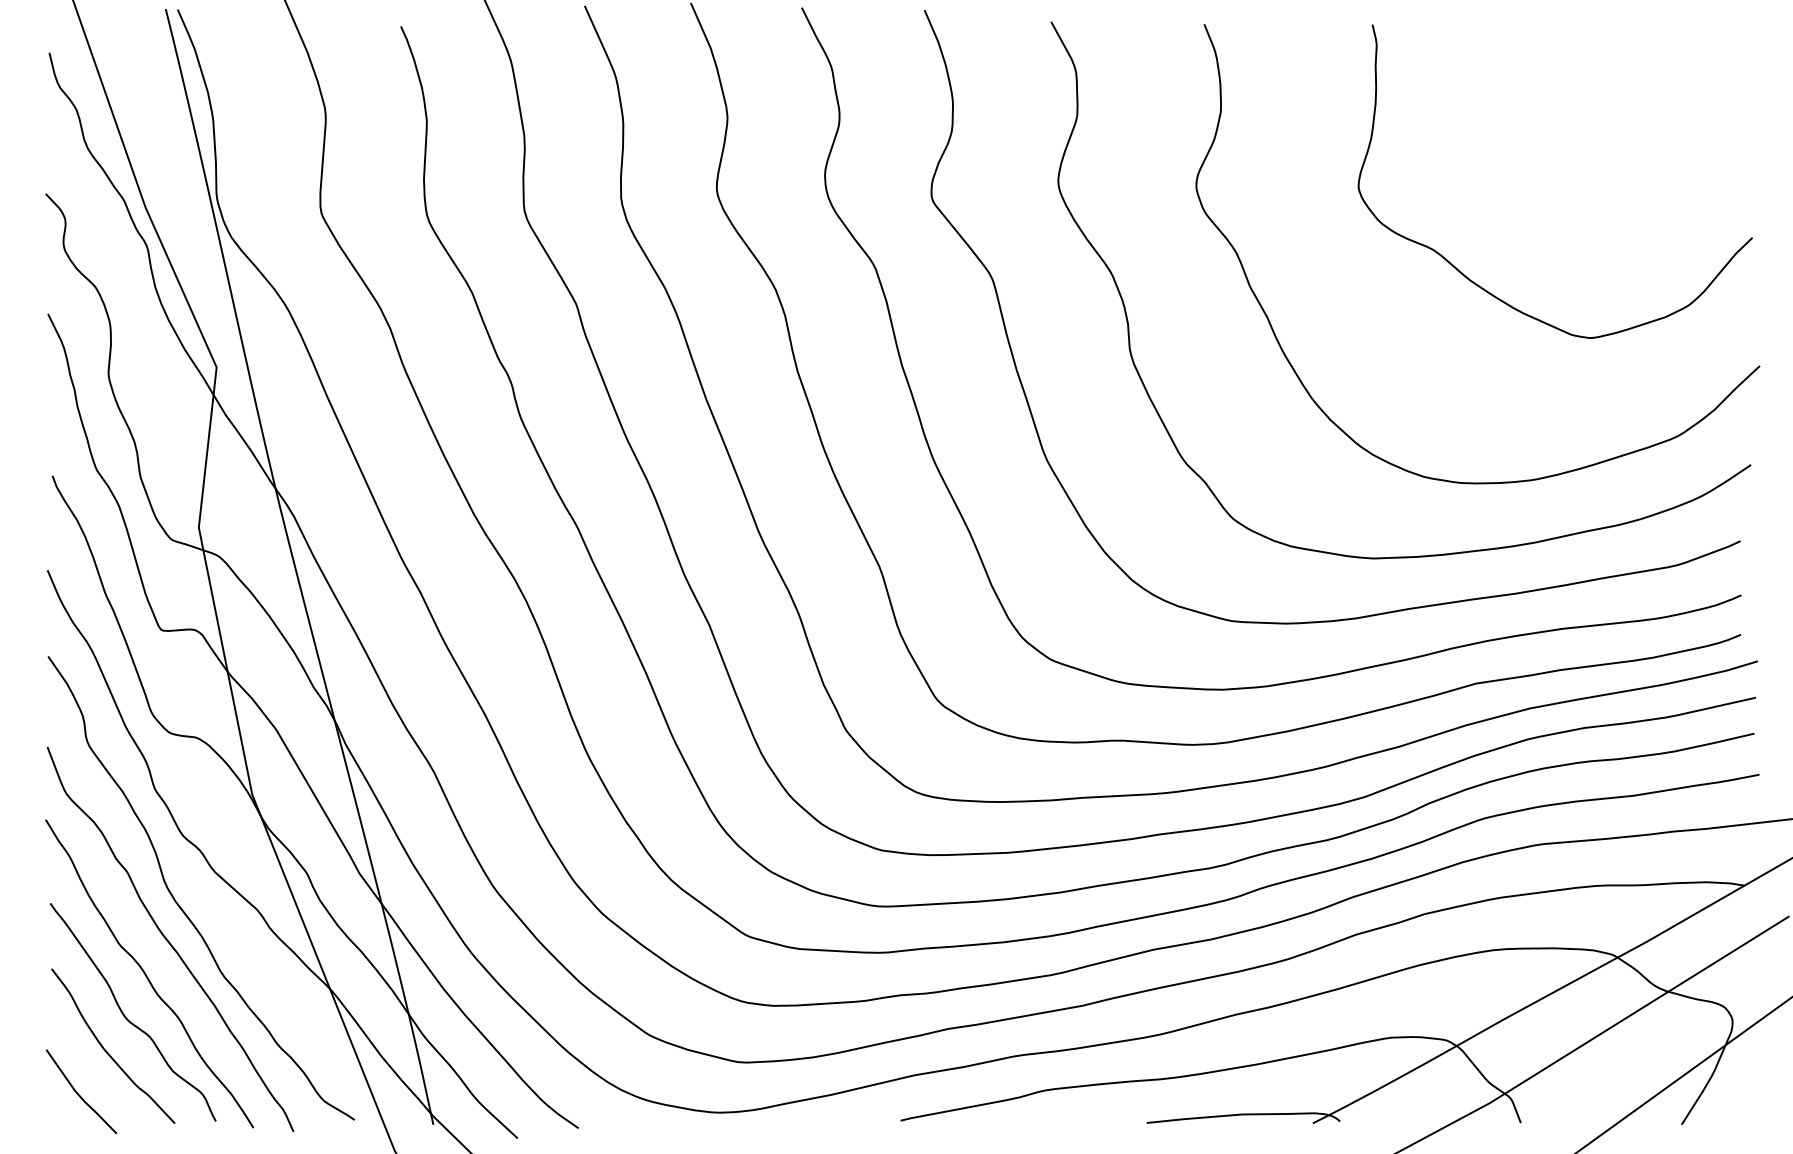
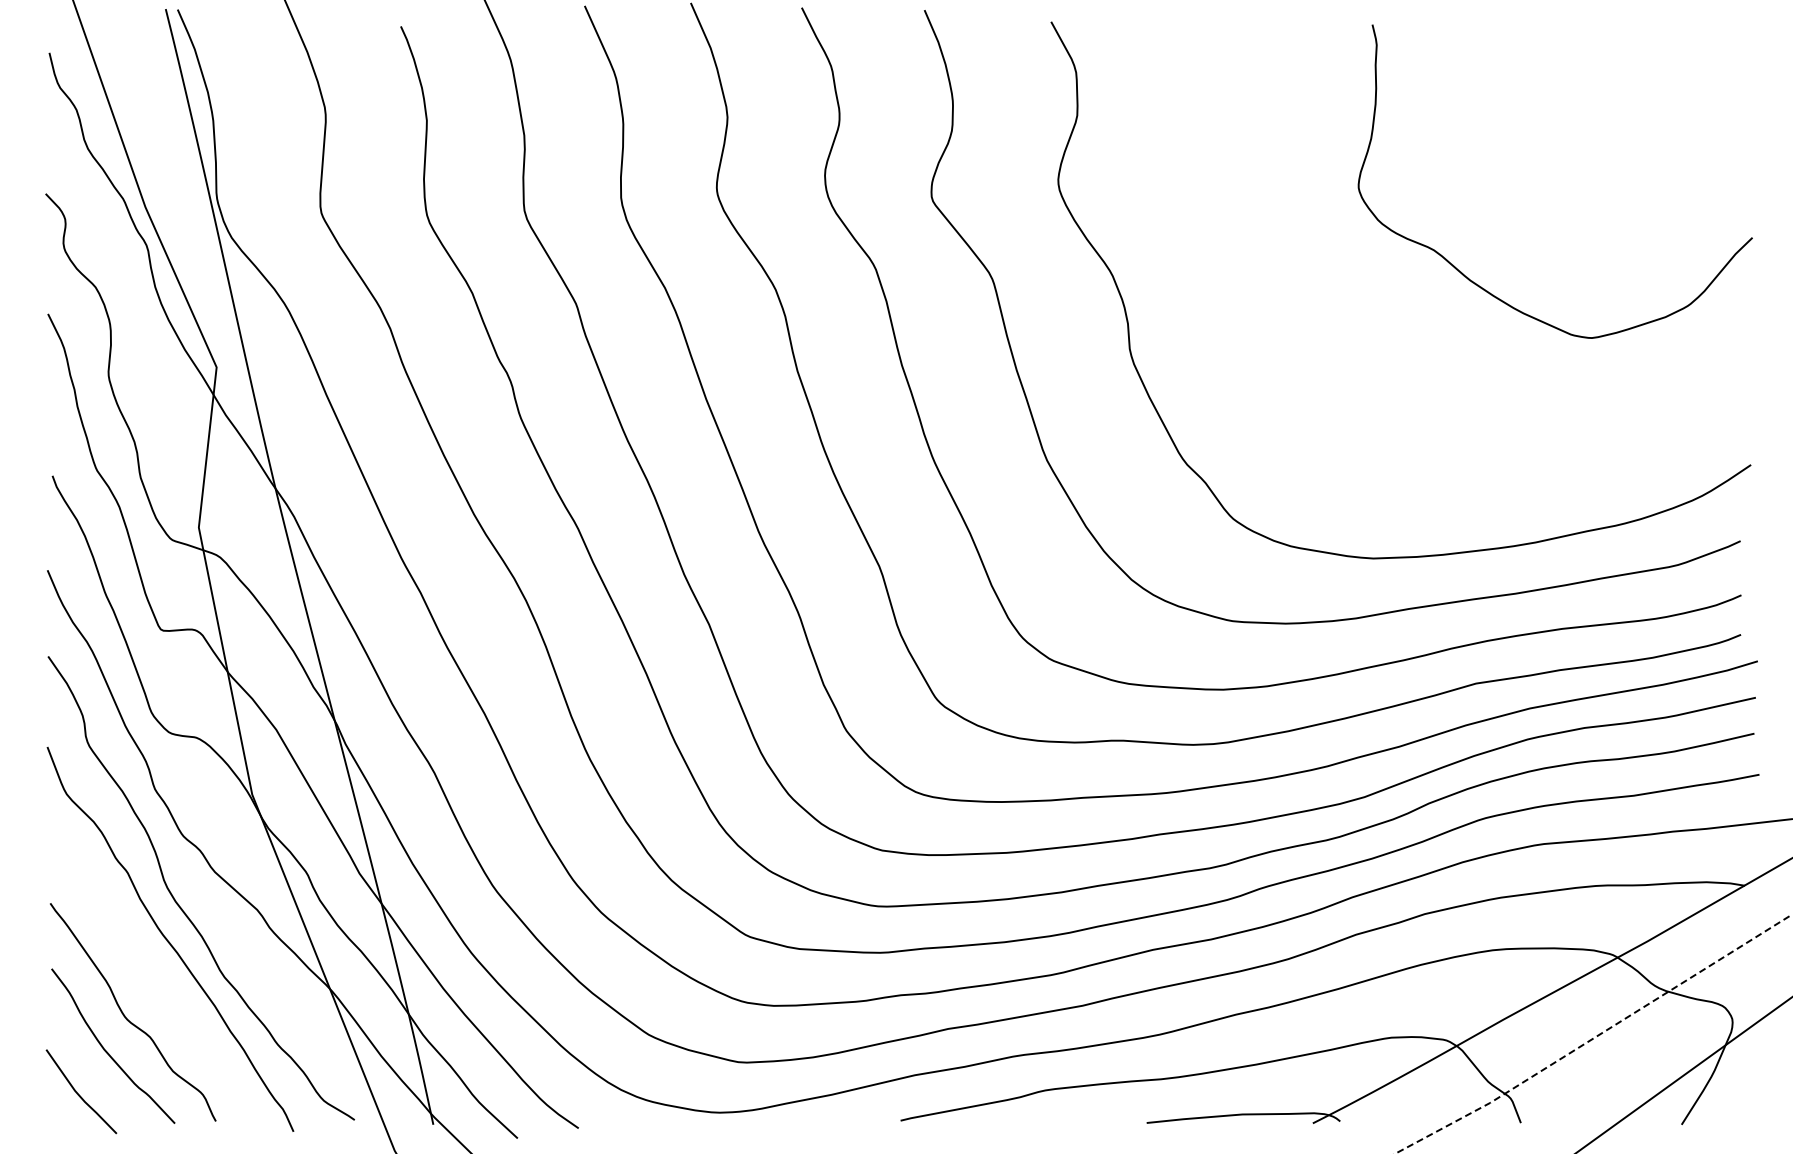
curve at (1294, 368): present -> none
curve at (147, 975): present -> none
line at (1593, 1038): solid -> dashed
